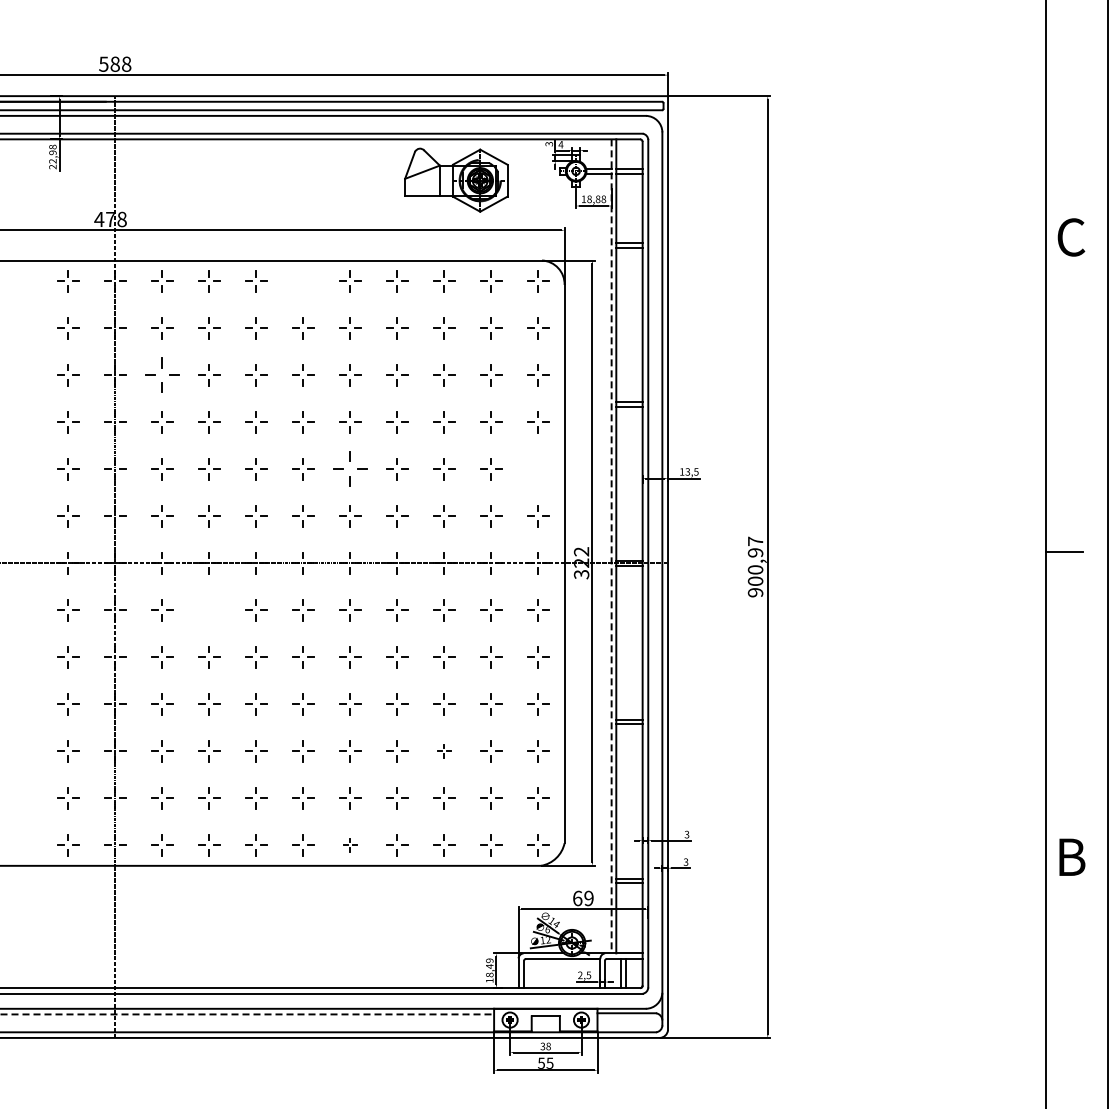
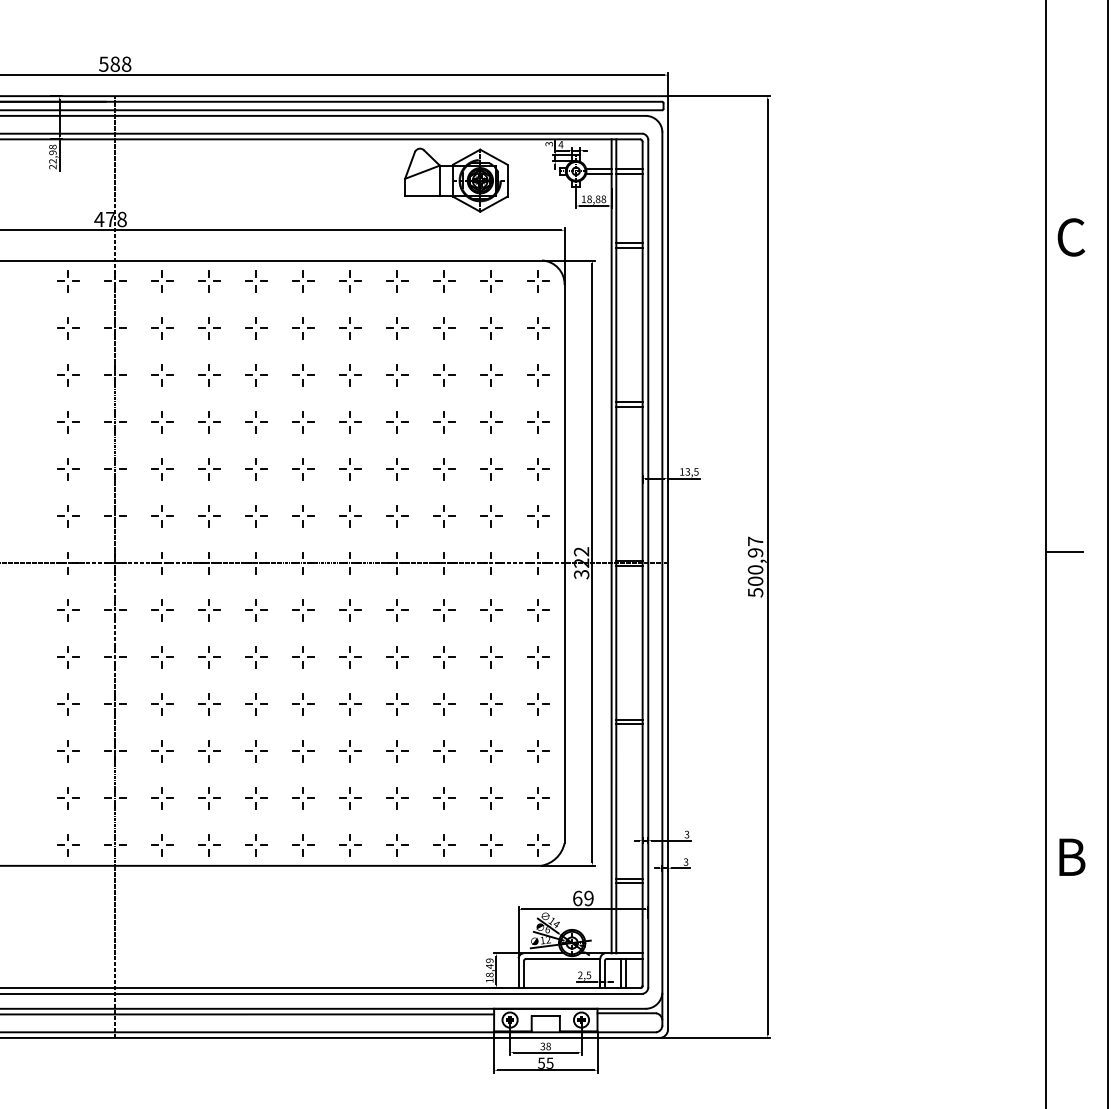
part at (303, 281): none -> present
part at (162, 374) size: 35x36 px -> 23x23 px
part at (350, 468) size: 35x36 px -> 23x23 px
part at (538, 469): none -> present
line at (611, 546): dashed -> solid
text at (755, 592): 900,97 -> 500,97
part at (209, 610): none -> present
part at (444, 751) size: 15x15 px -> 23x23 px
part at (350, 845) size: 15x15 px -> 23x23 px
line at (247, 1014): dashed -> solid
